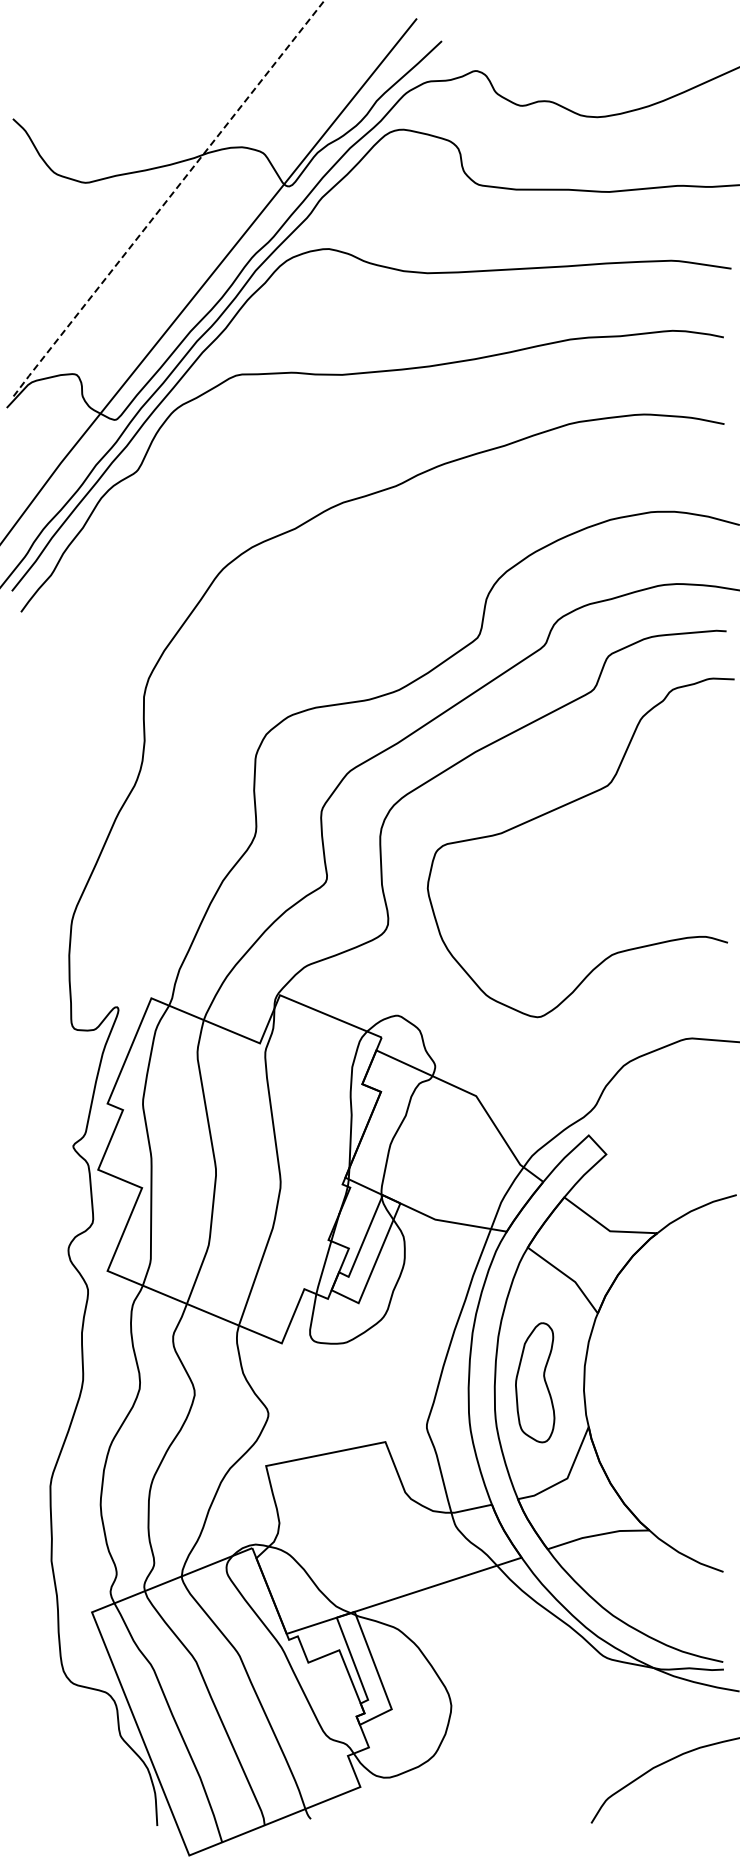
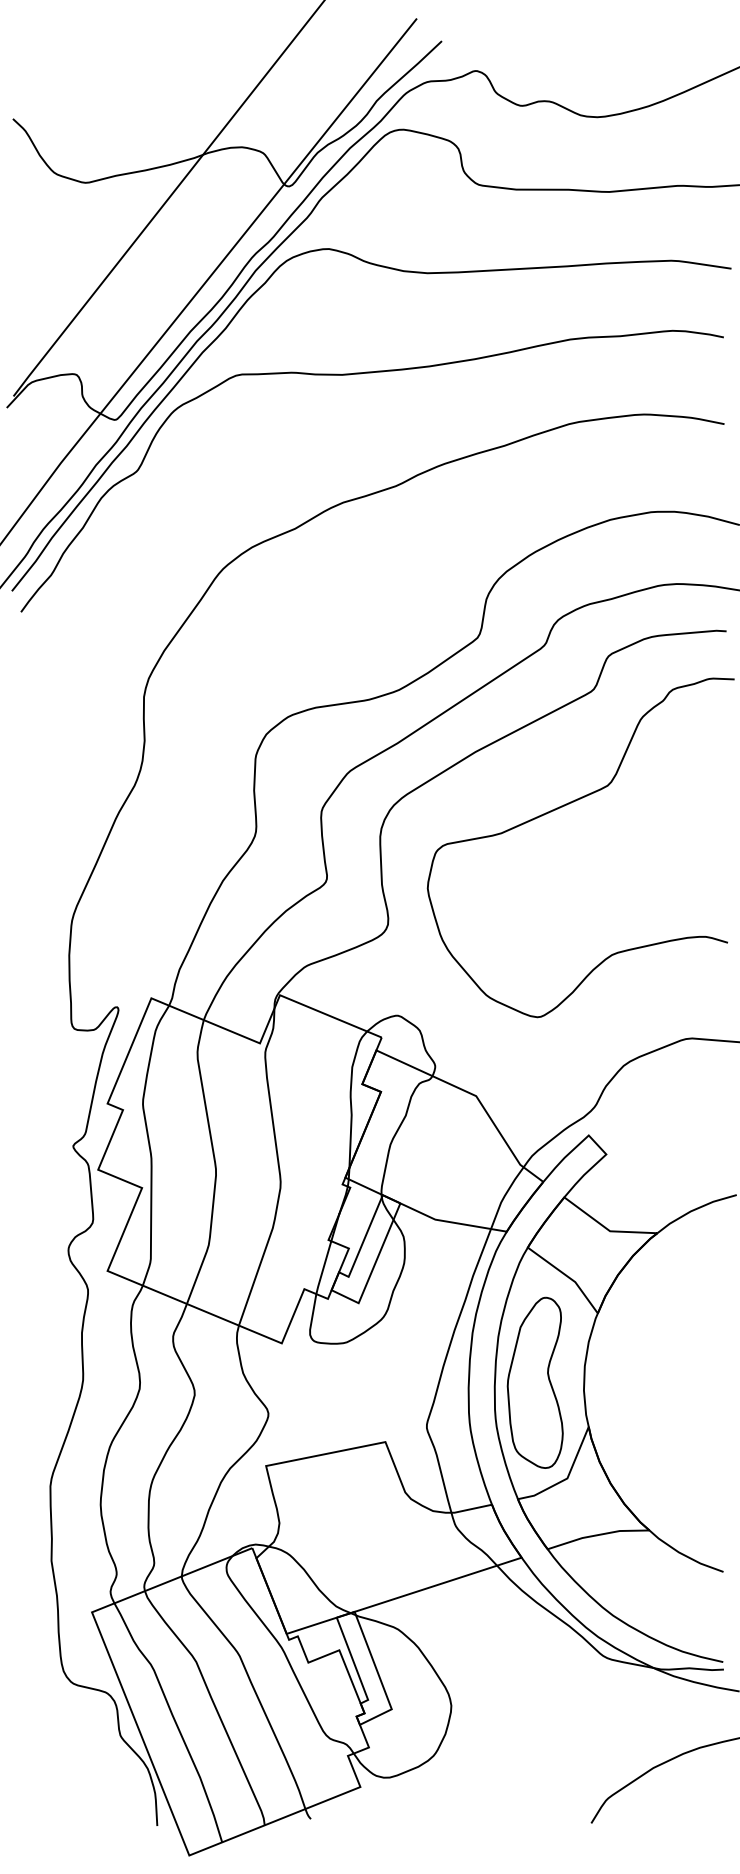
line at (168, 198): dashed -> solid
part at (535, 1382) size: 41x122 px -> 58x173 px
